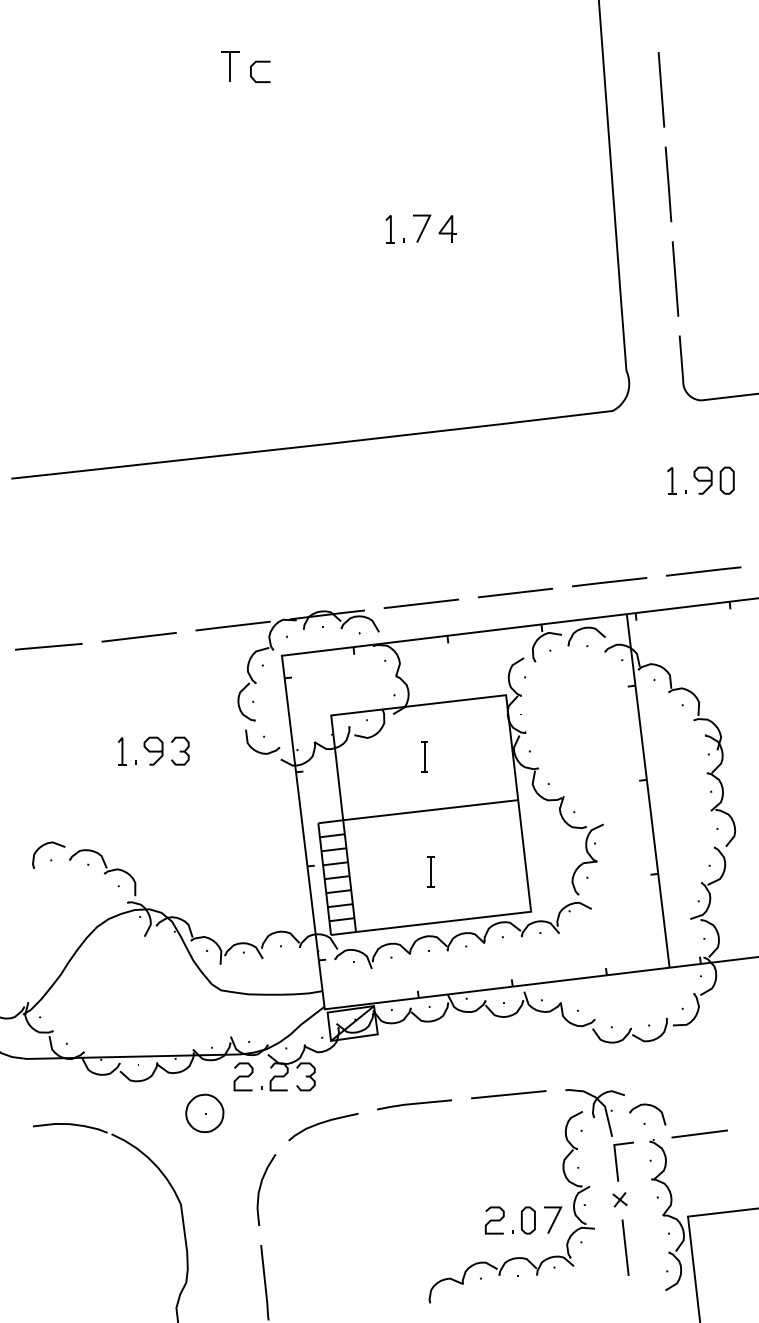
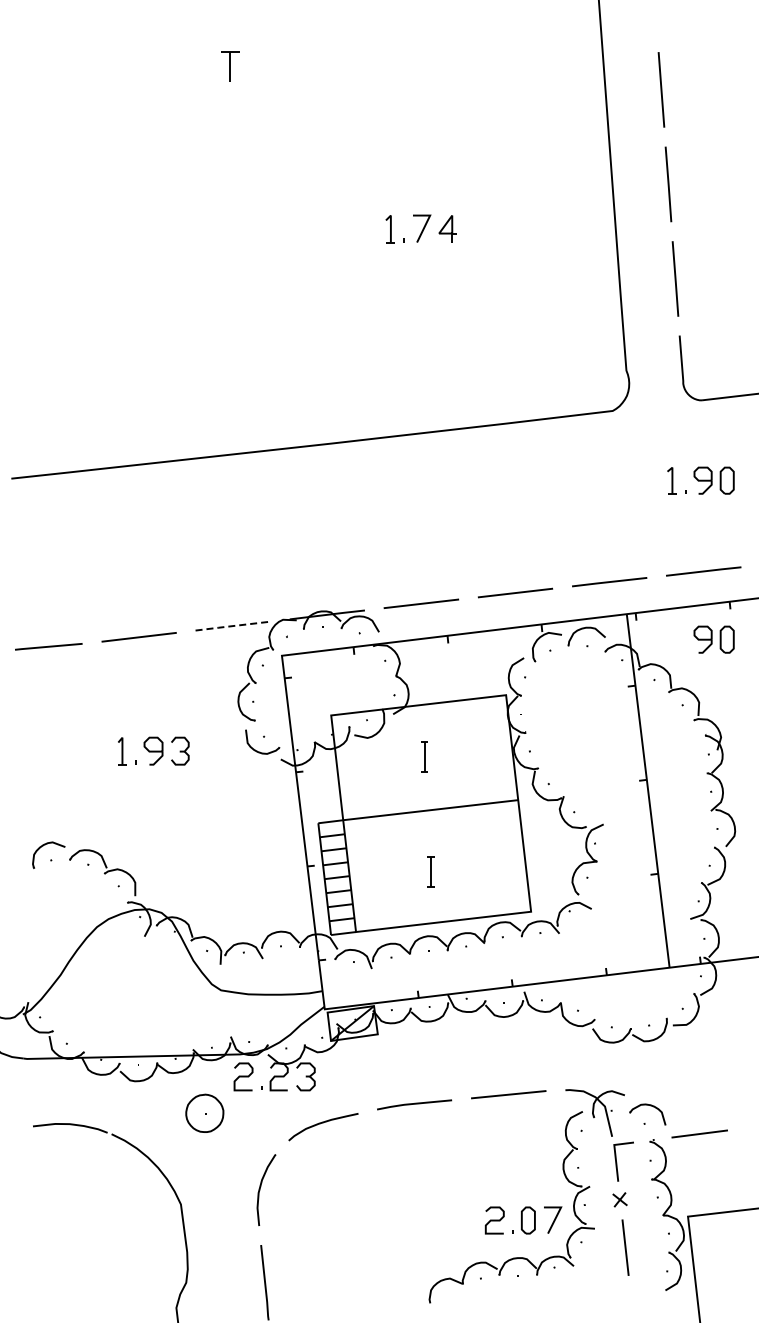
curve at (260, 62): present -> none
line at (232, 626): solid -> dashed
part at (713, 639): none -> present
